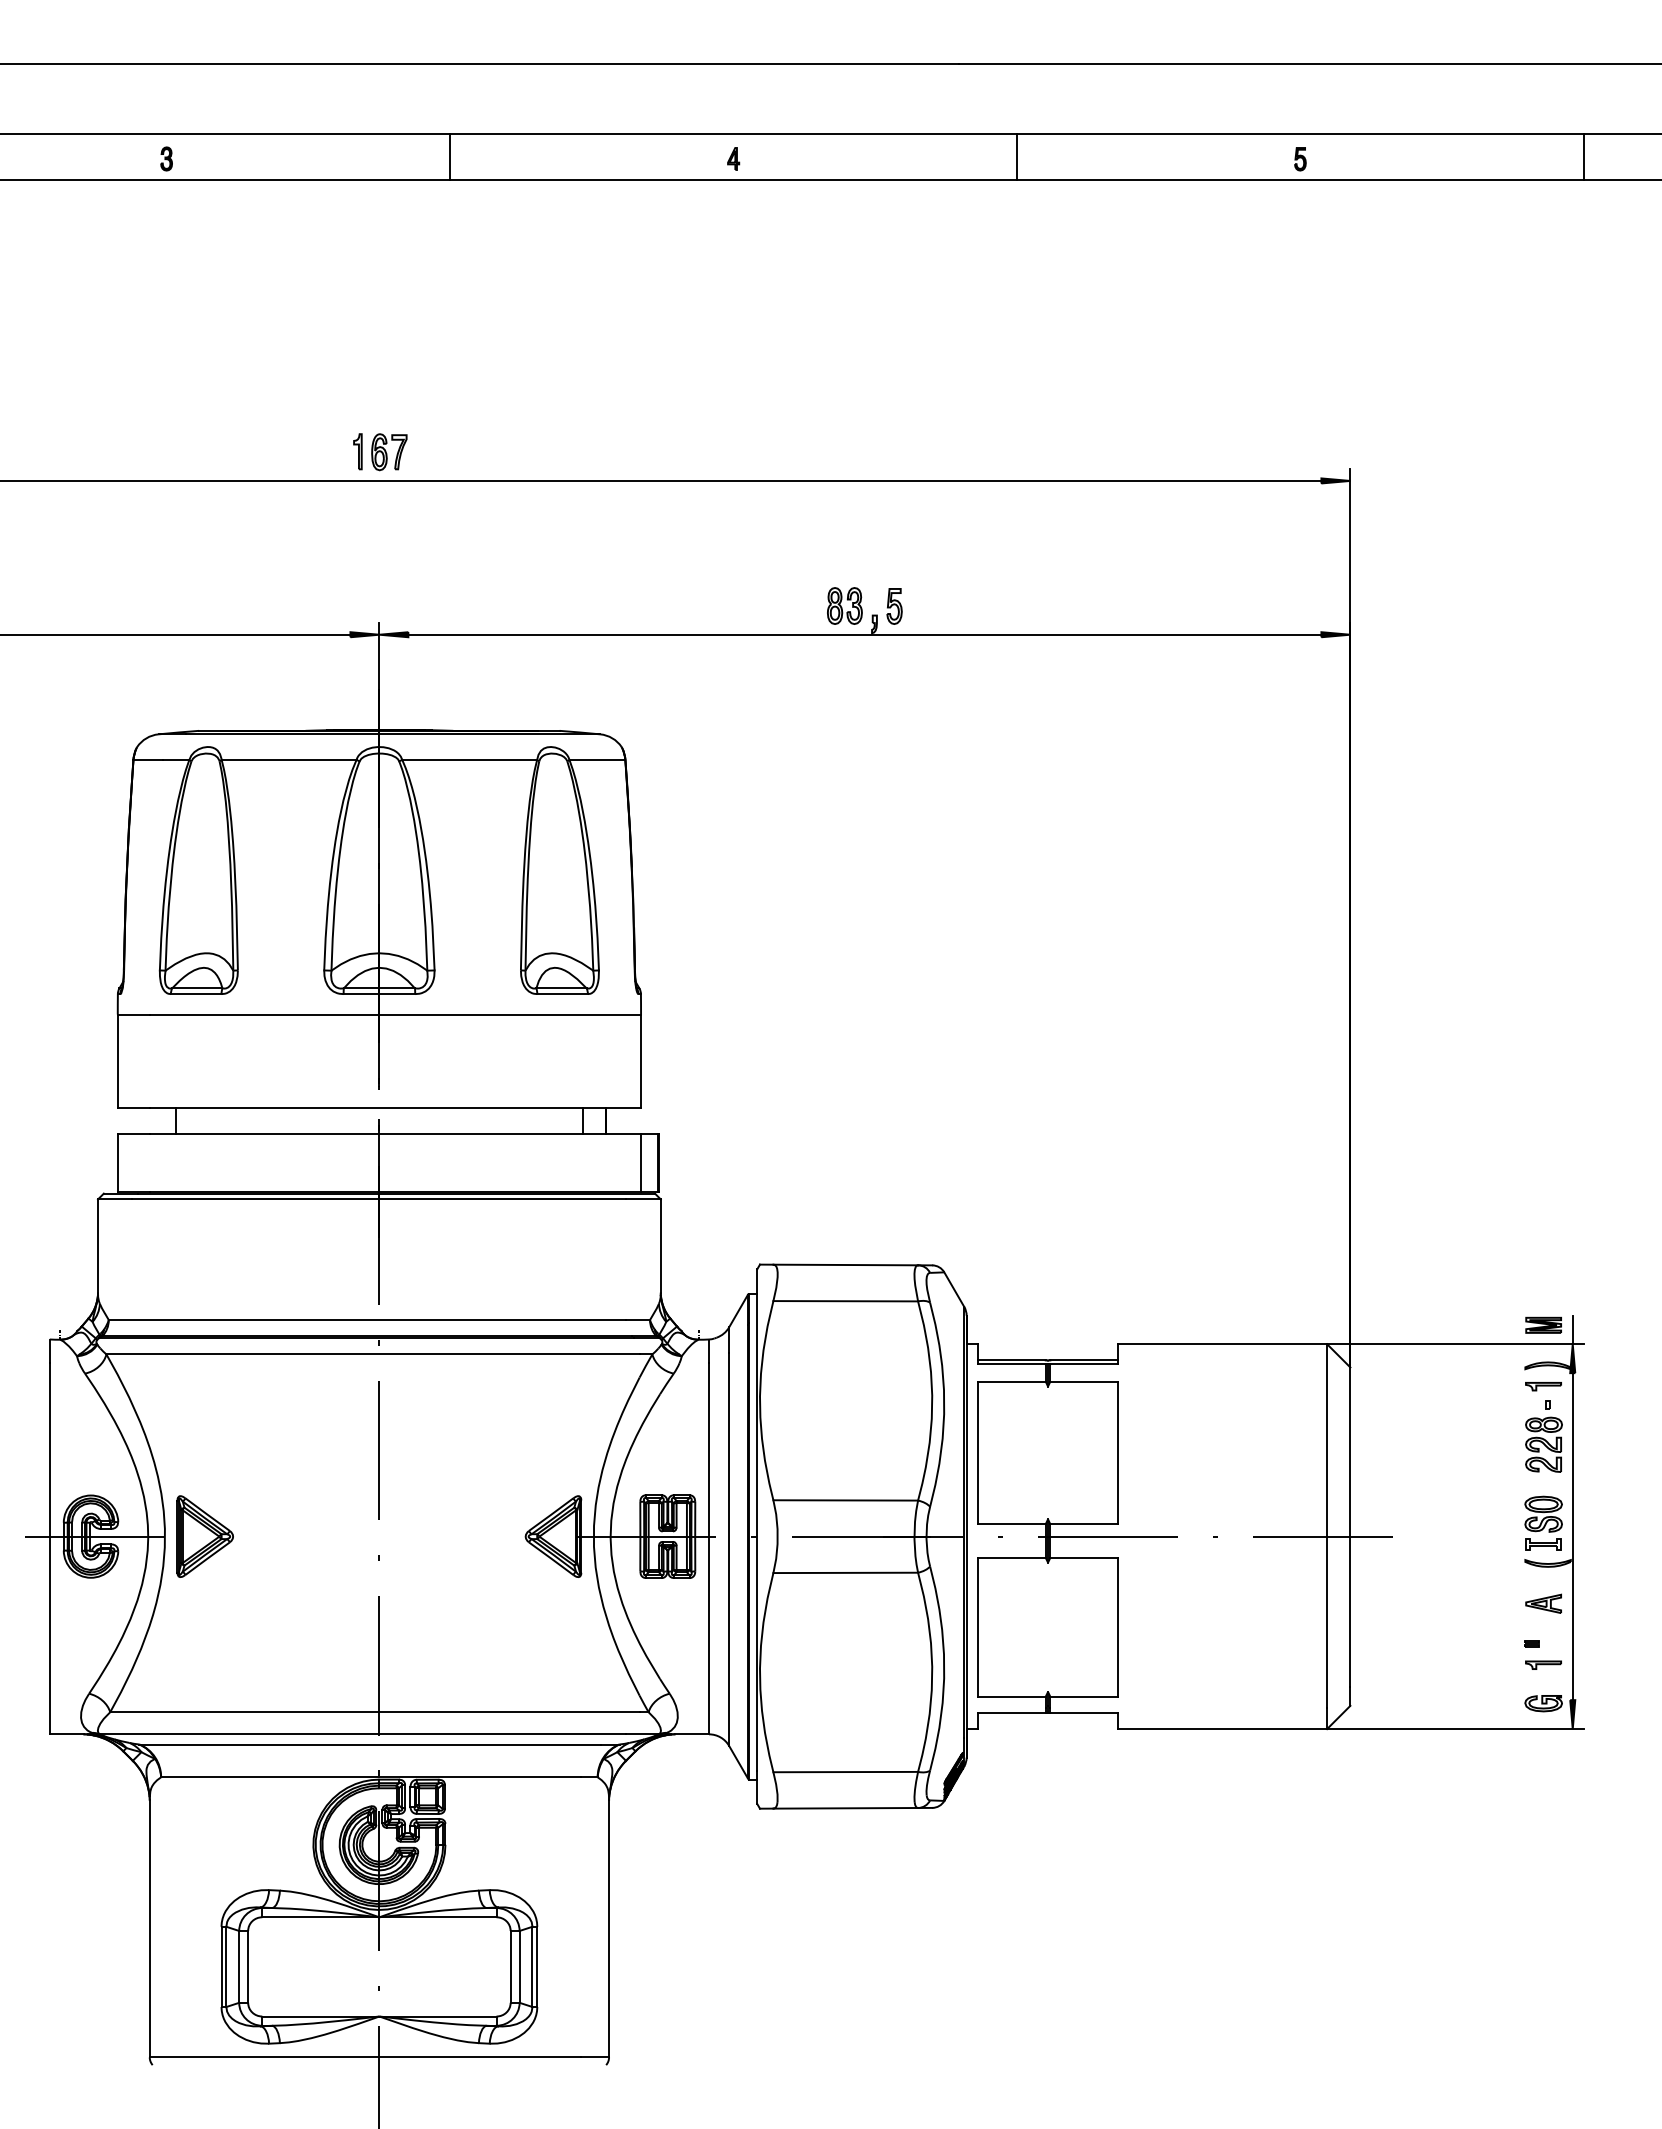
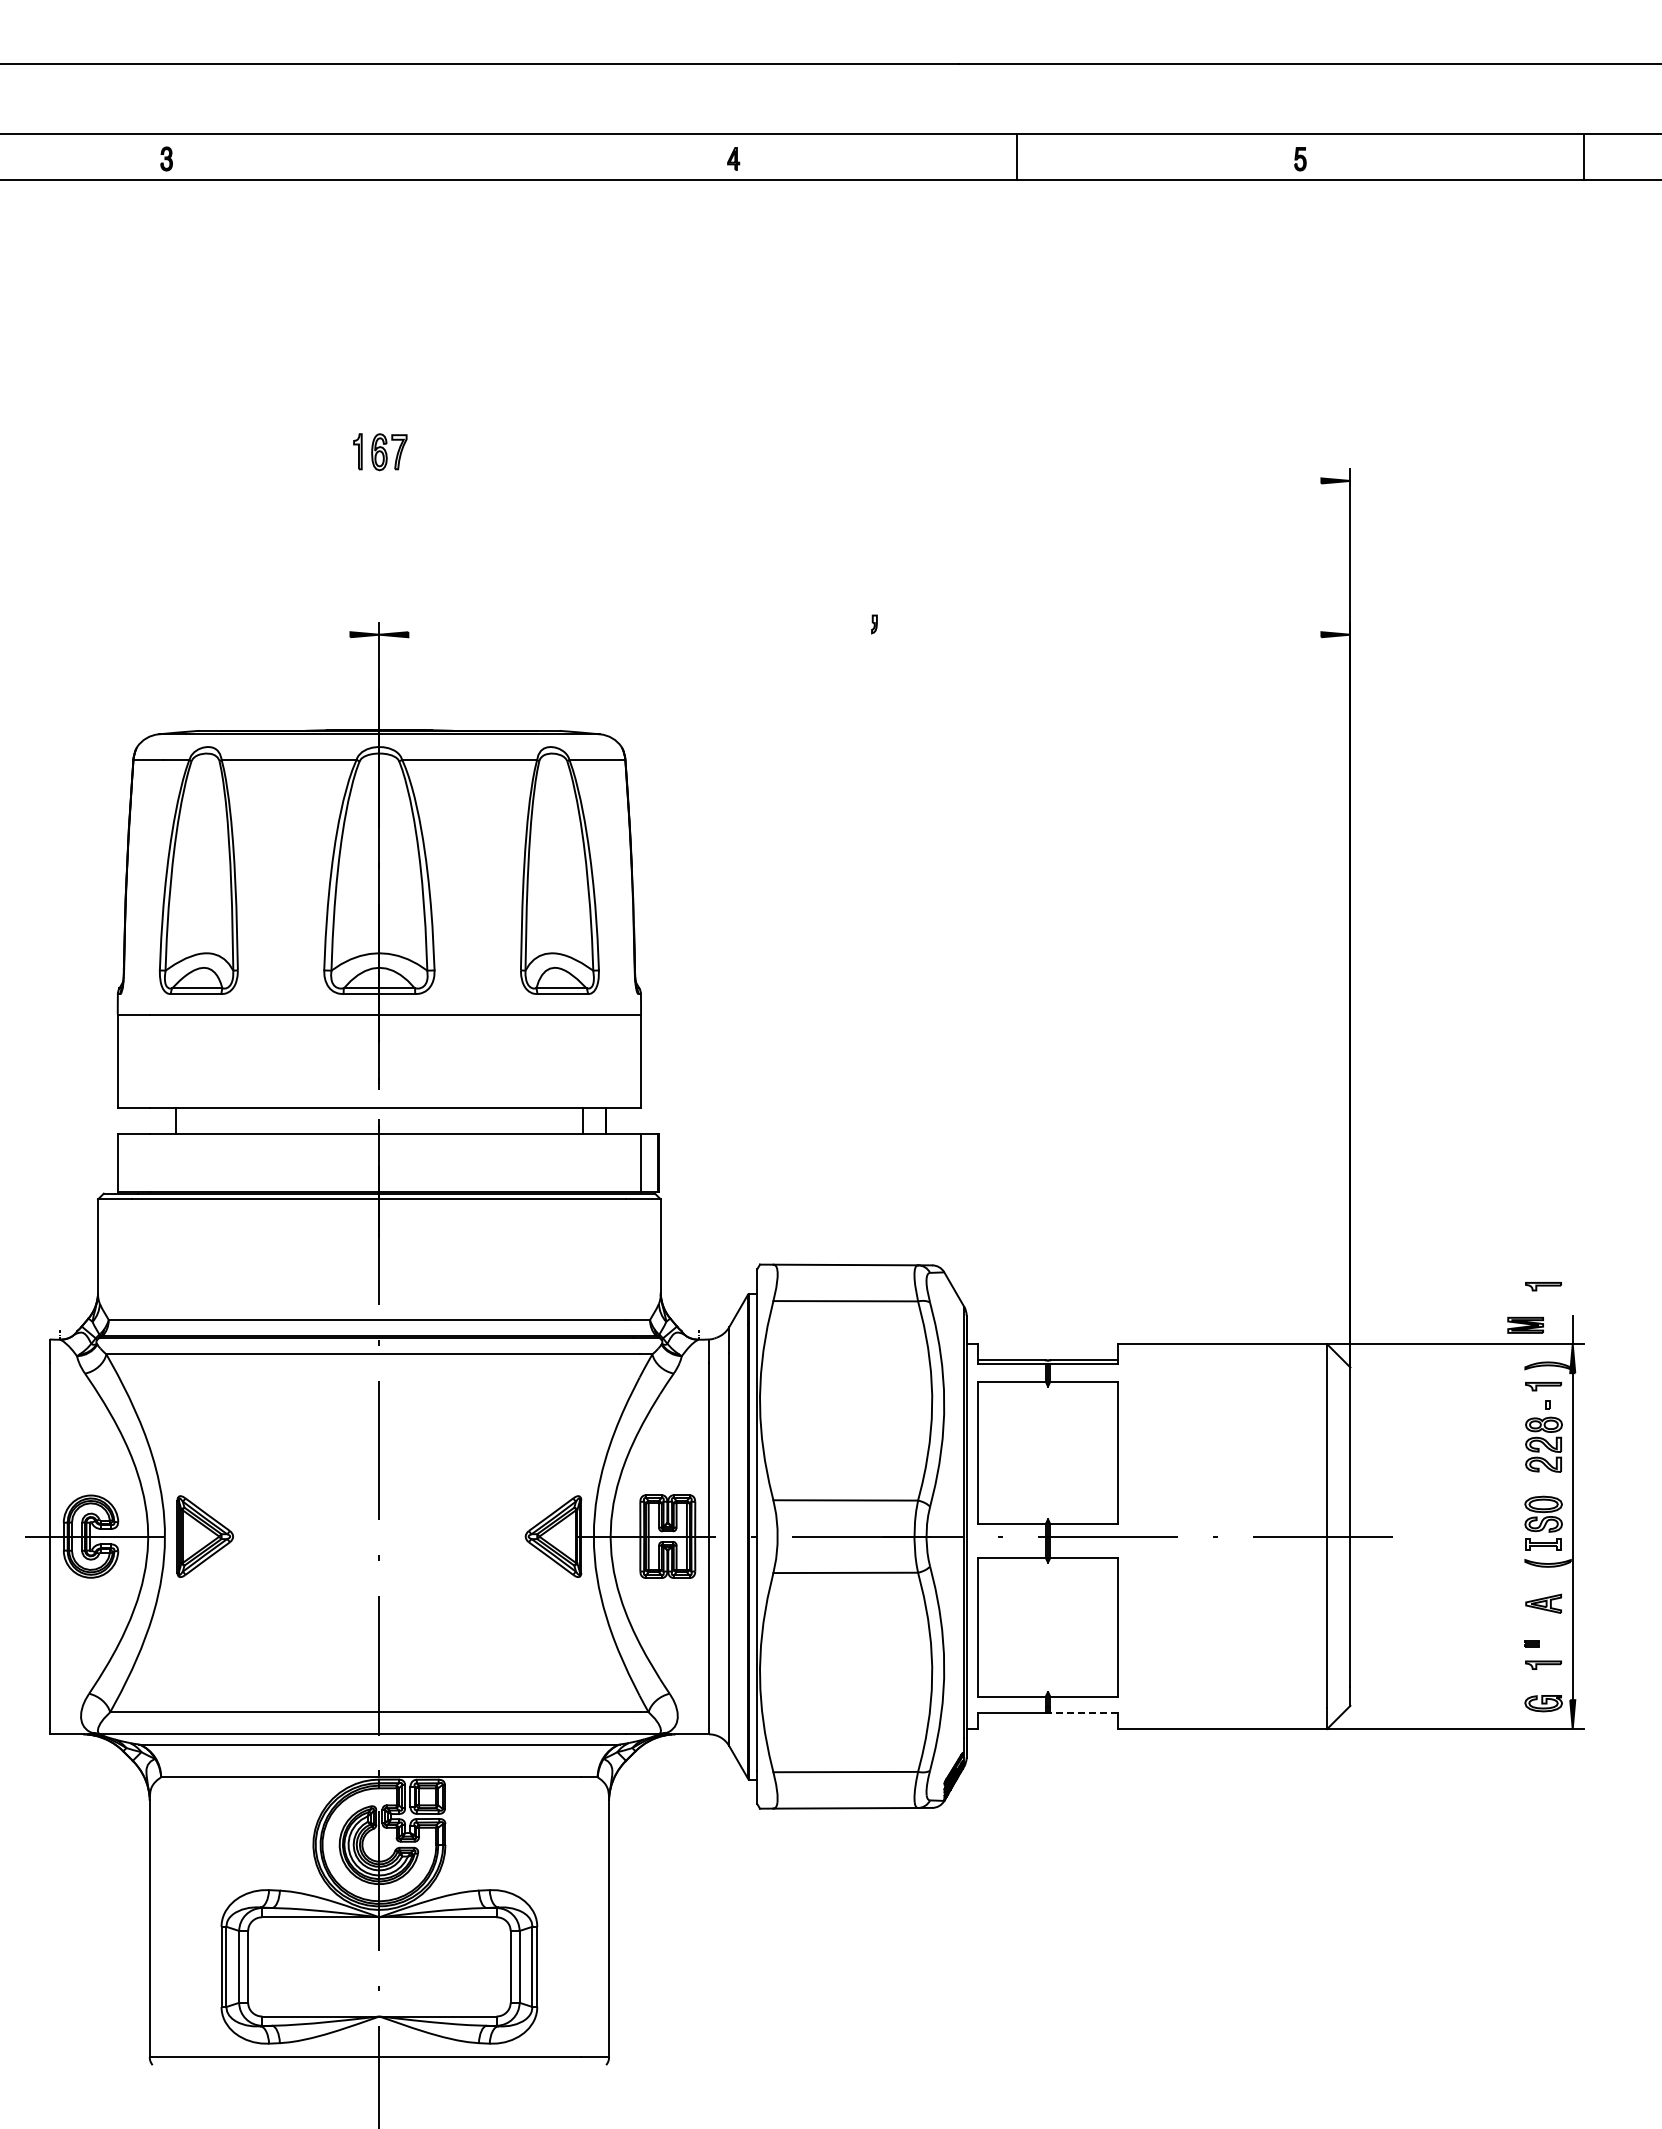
line at (449, 156): present -> none
line at (661, 480): present -> none
part at (844, 605): present -> none
part at (894, 606): present -> none
line at (176, 634): present -> none
line at (864, 634): present -> none
part at (1543, 1286): none -> present
part at (1543, 1324) position: (1543, 1324) -> (1525, 1324)
line at (1084, 1712): solid -> dashed
